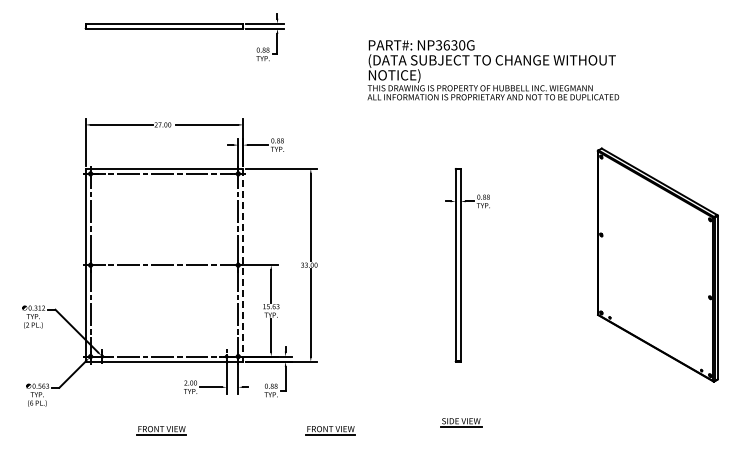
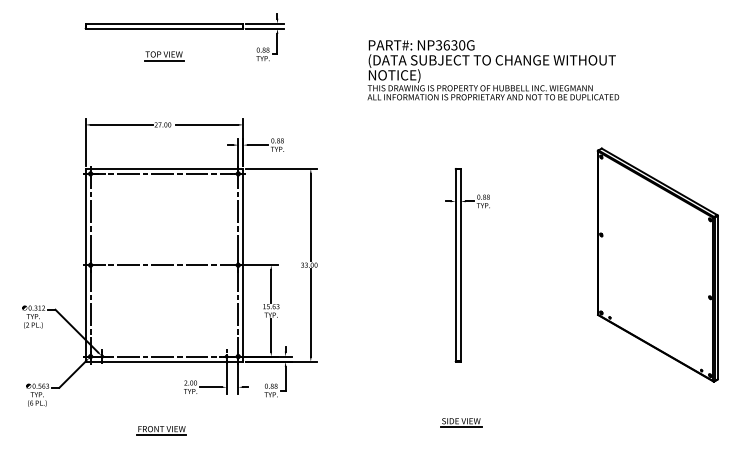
part at (164, 56): none -> present
line at (243, 265): dashed -> solid
part at (330, 430): present -> none
